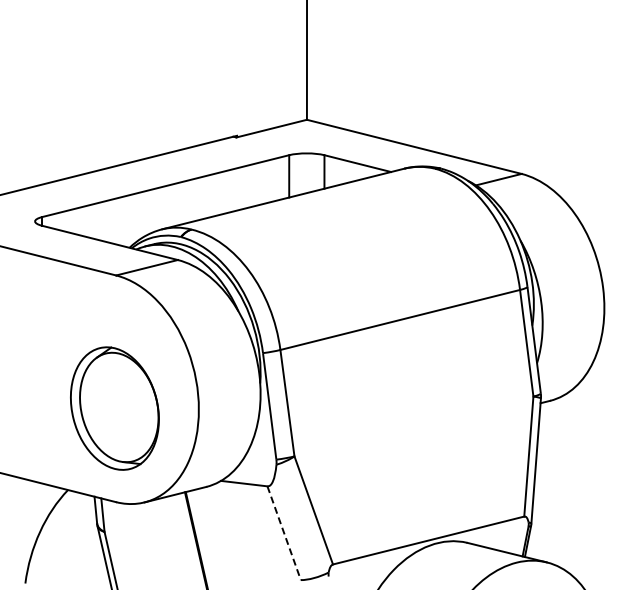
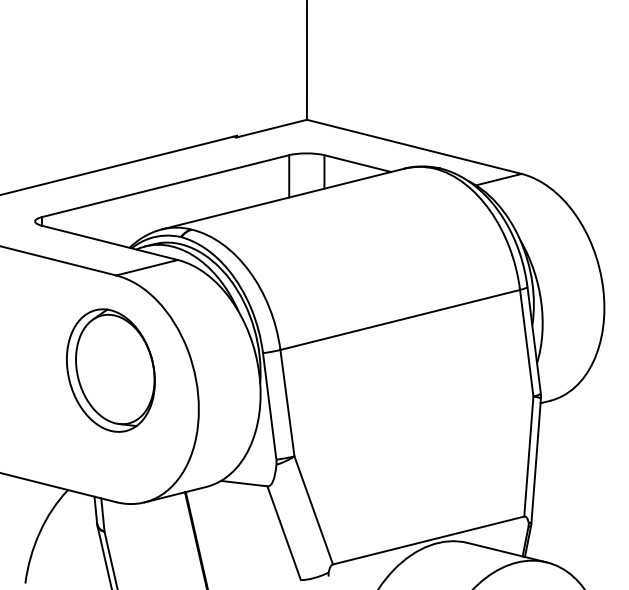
part at (114, 408) position: (114, 408) -> (110, 370)
line at (284, 533): dashed -> solid
